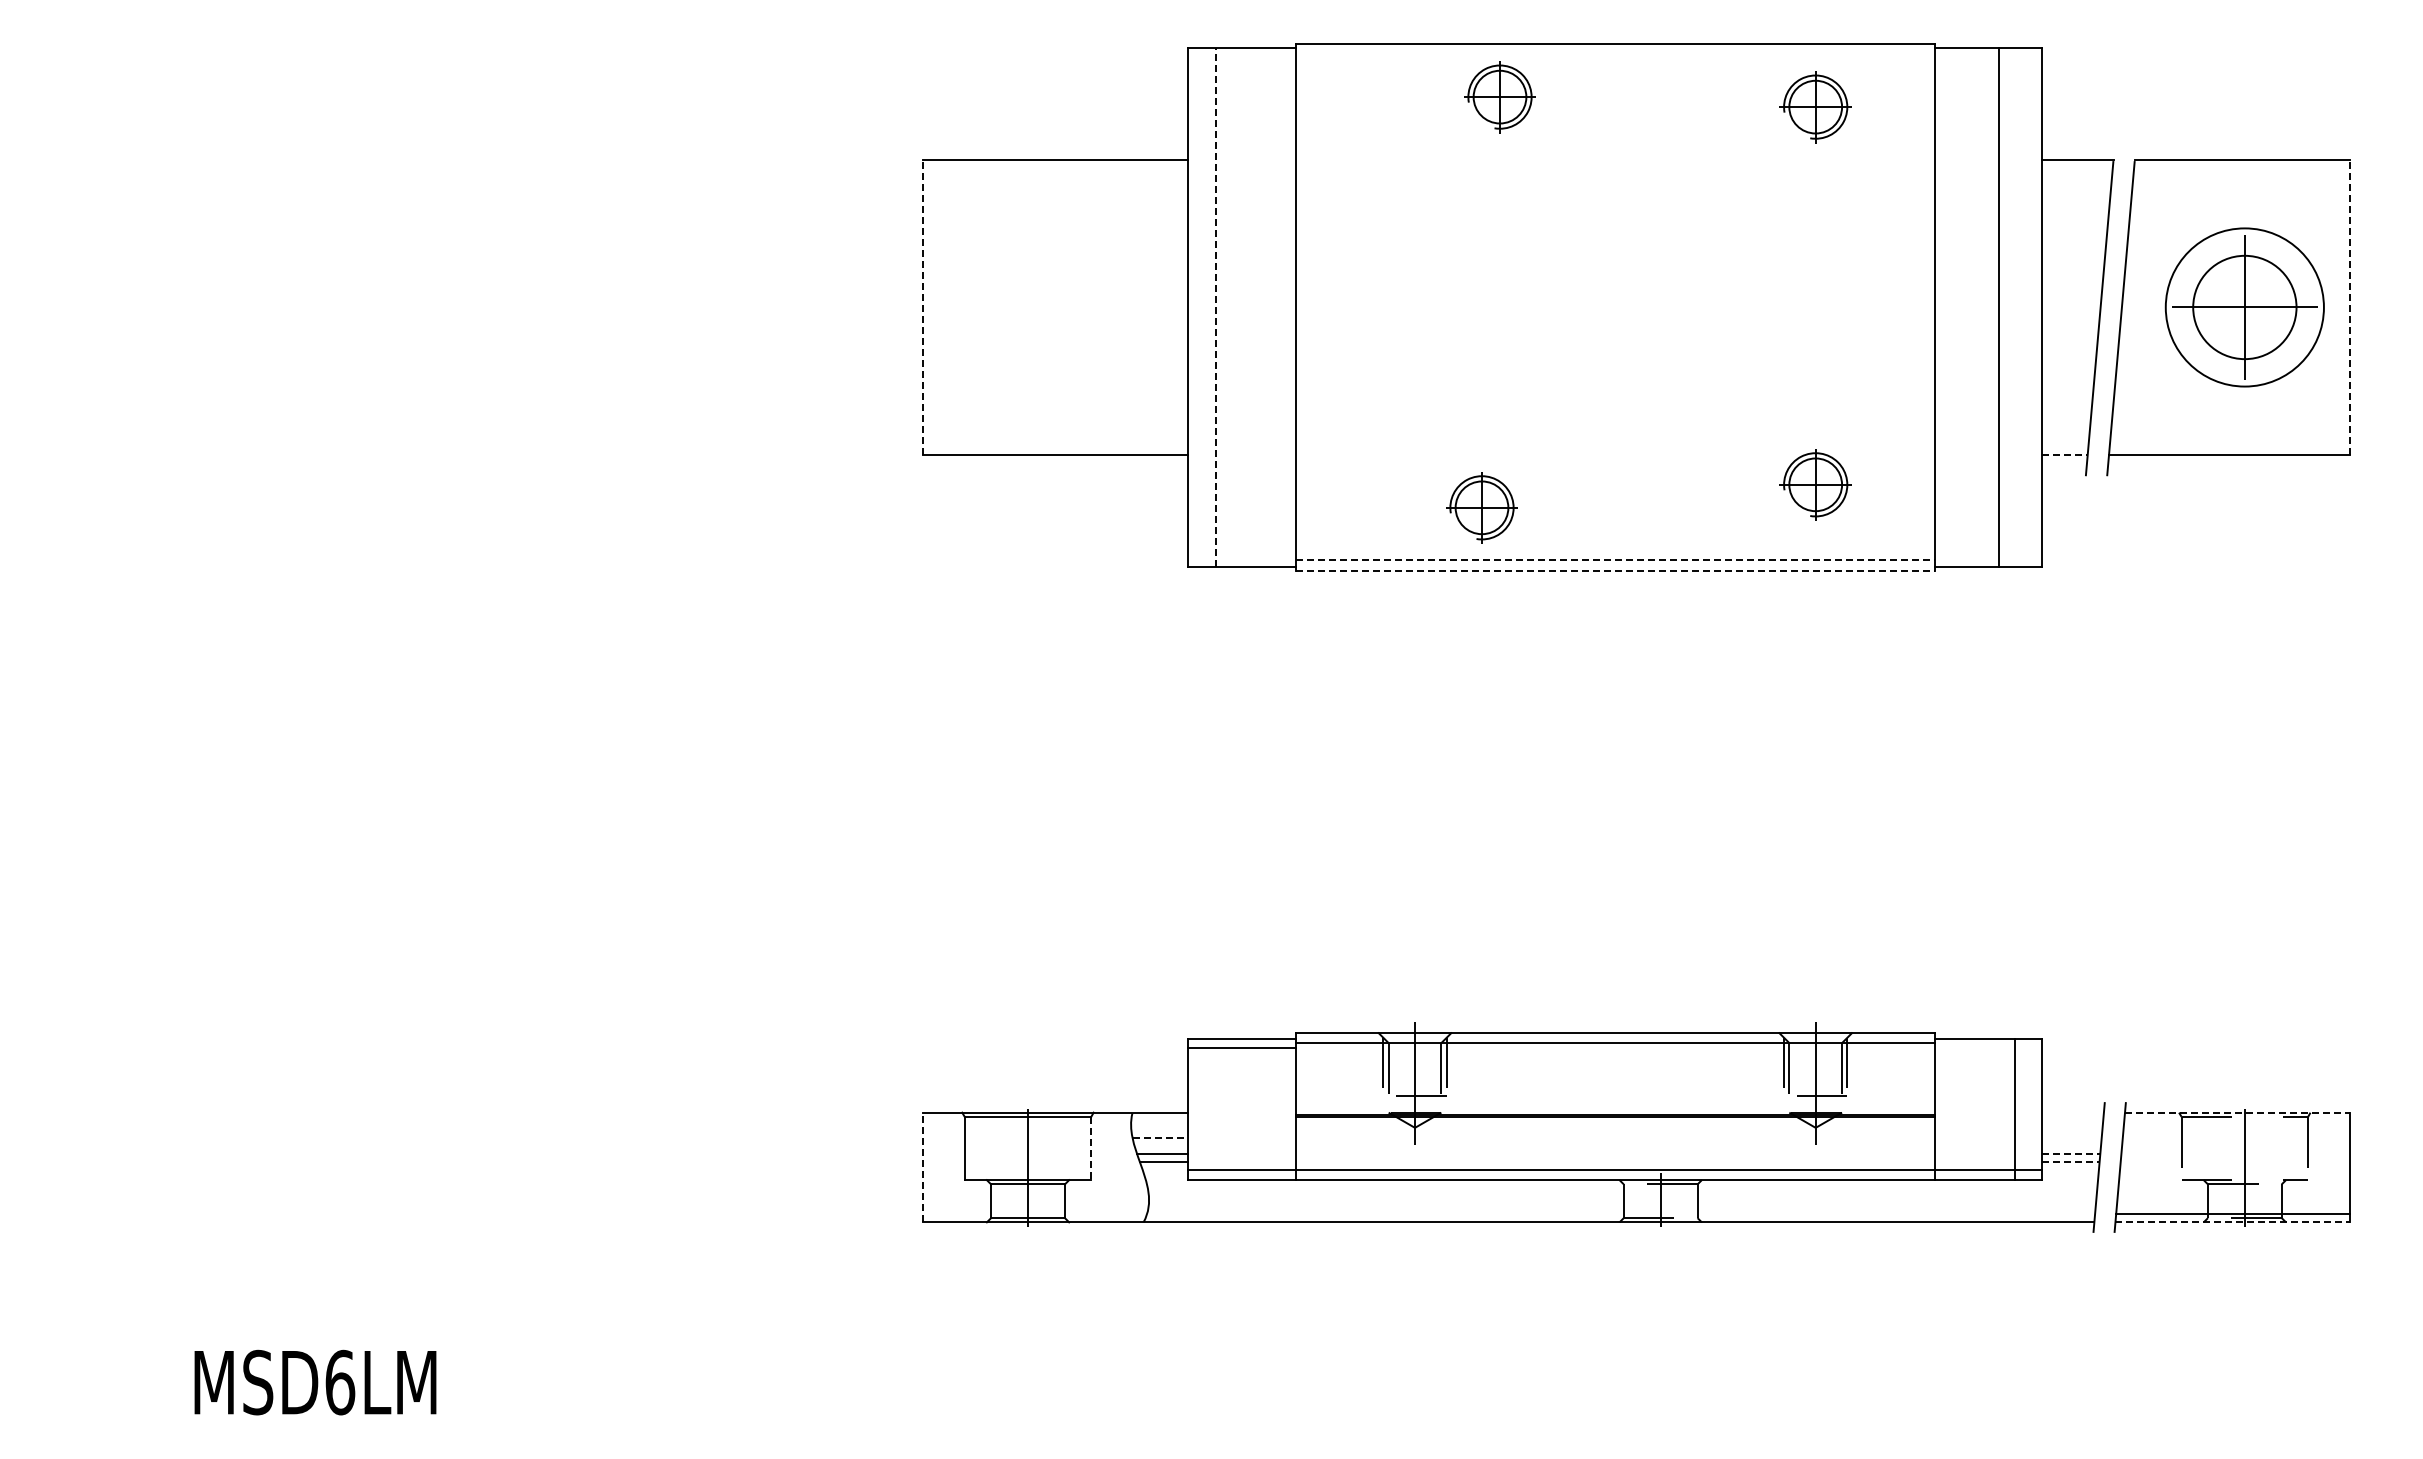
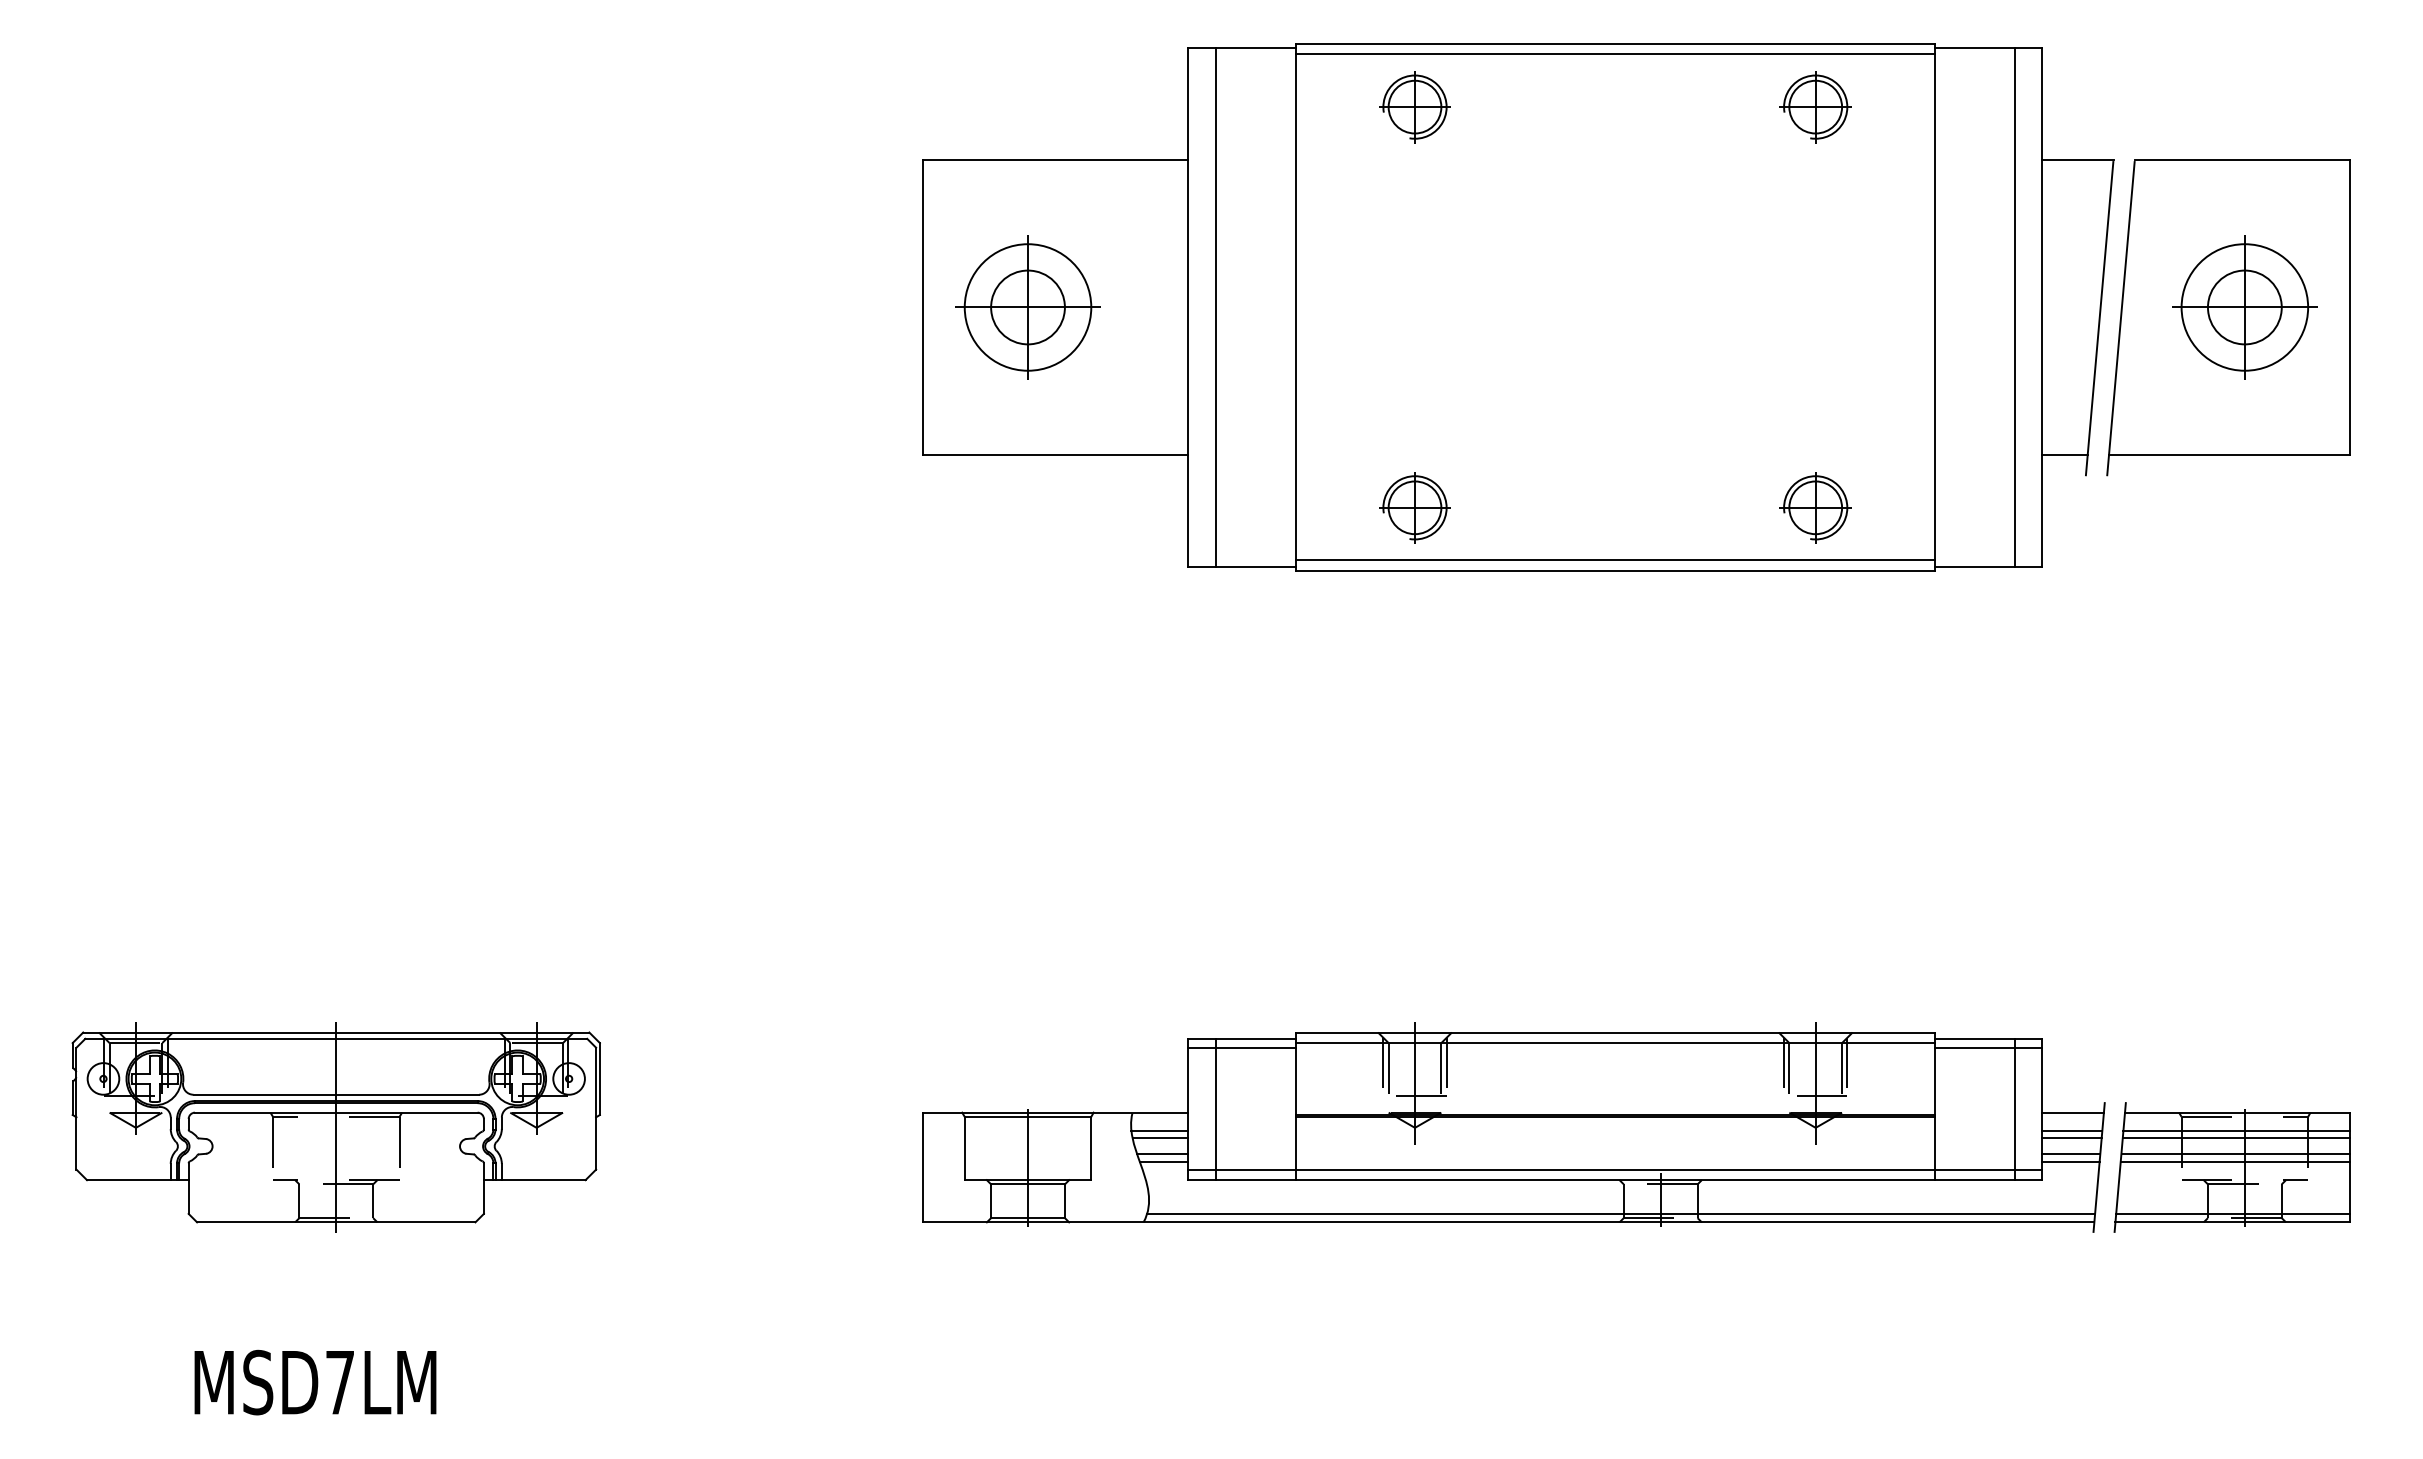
line at (1614, 54): none -> present
part at (1499, 97) position: (1499, 97) -> (1414, 107)
line at (922, 307): dashed -> solid
part at (1027, 307): none -> present
line at (1215, 307): dashed -> solid
line at (1999, 307) position: (1999, 307) -> (2015, 307)
circle at (2244, 307) diameter: 103 px -> 74 px
circle at (2244, 307) diameter: 158 px -> 127 px
line at (2350, 307): dashed -> solid
line at (2065, 455): dashed -> solid
part at (1815, 484) position: (1815, 484) -> (1815, 507)
part at (1481, 507) position: (1481, 507) -> (1414, 507)
line at (1615, 559): dashed -> solid
line at (1615, 570): dashed -> solid
line at (1988, 1047): none -> present
line at (1215, 1109): none -> present
line at (2073, 1112): none -> present
line at (2237, 1112): dashed -> solid
part at (335, 1127): none -> present
line at (1159, 1131): none -> present
line at (2072, 1131): none -> present
line at (2236, 1131): none -> present
line at (1160, 1138): dashed -> solid
line at (2071, 1138): none -> present
line at (2236, 1138): none -> present
line at (1091, 1148): dashed -> solid
line at (2071, 1154): dashed -> solid
line at (2235, 1154): none -> present
line at (2070, 1161): dashed -> solid
line at (2235, 1161): none -> present
line at (922, 1167): dashed -> solid
line at (1621, 1213): none -> present
line at (2233, 1222): dashed -> solid
text at (340, 1382): MSD6LM -> MSD7LM
